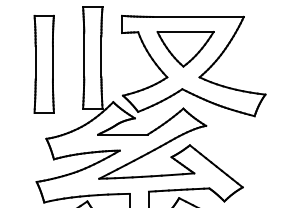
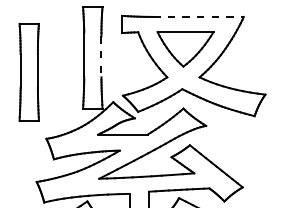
line at (199, 16): solid -> dashed
line at (101, 57): solid -> dashed
part at (43, 63) position: (43, 63) -> (28, 71)
